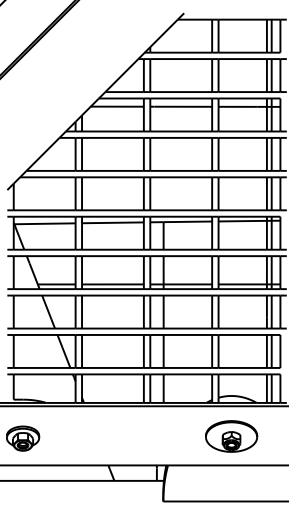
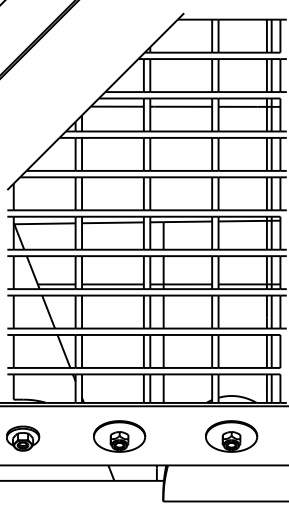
part at (119, 436): none -> present
